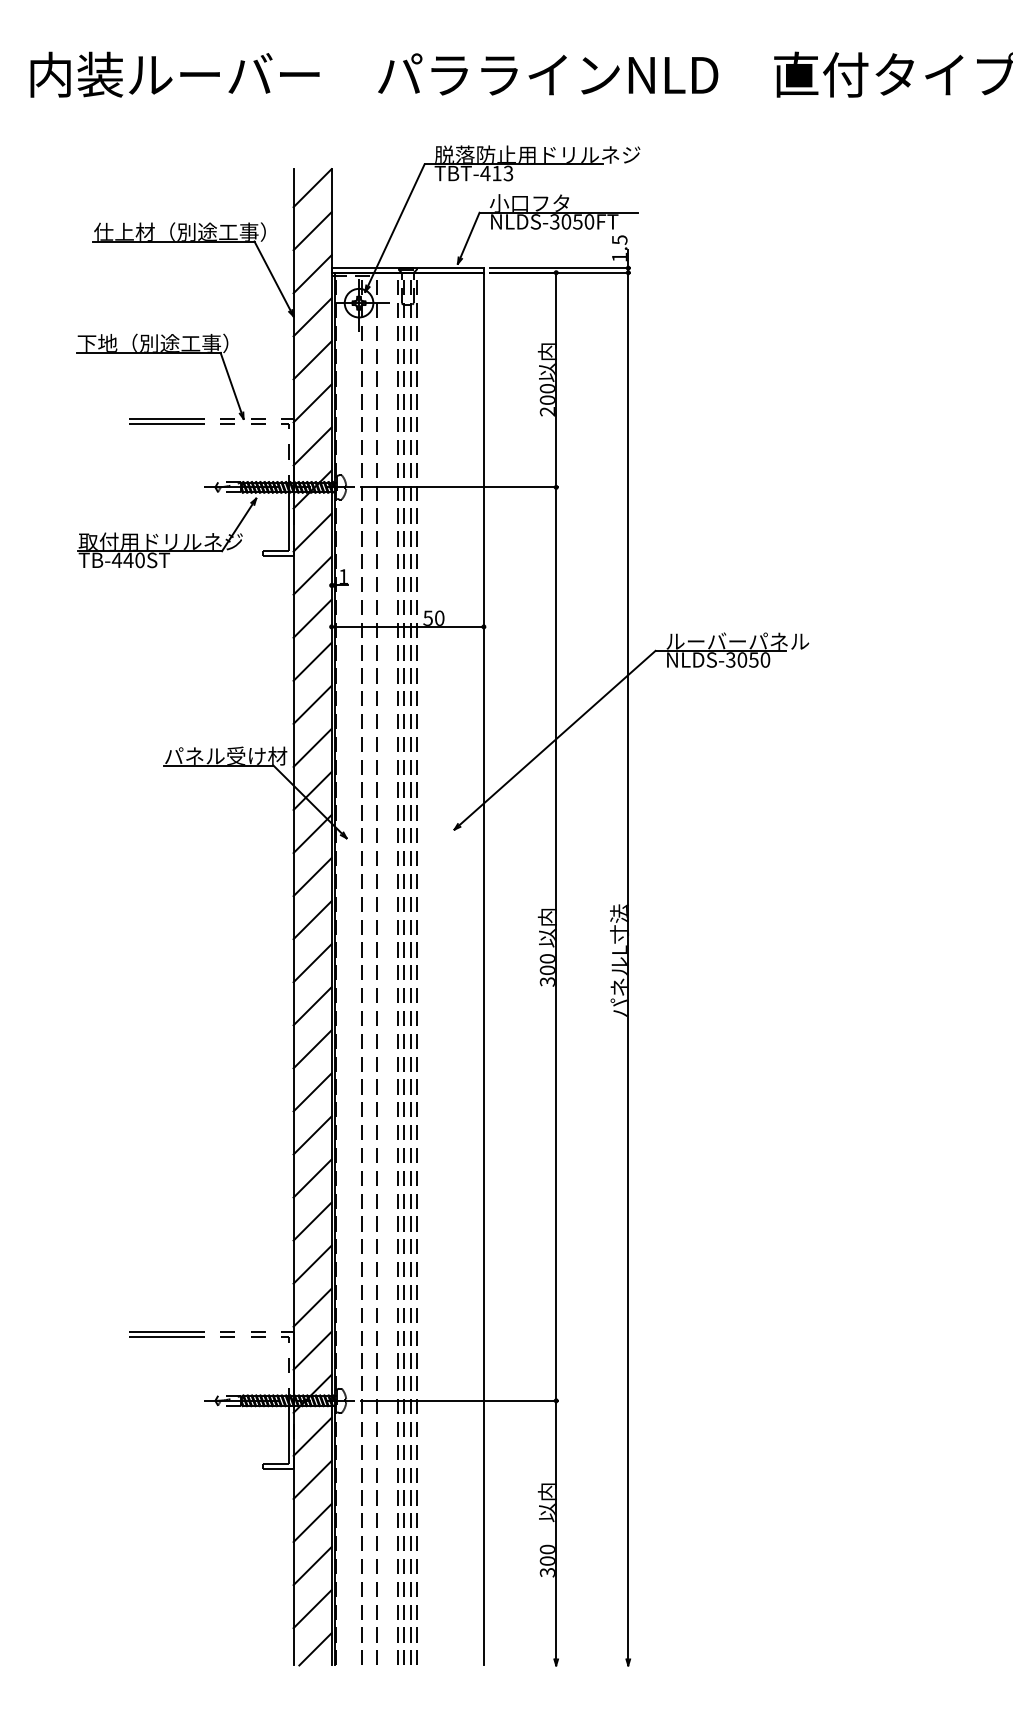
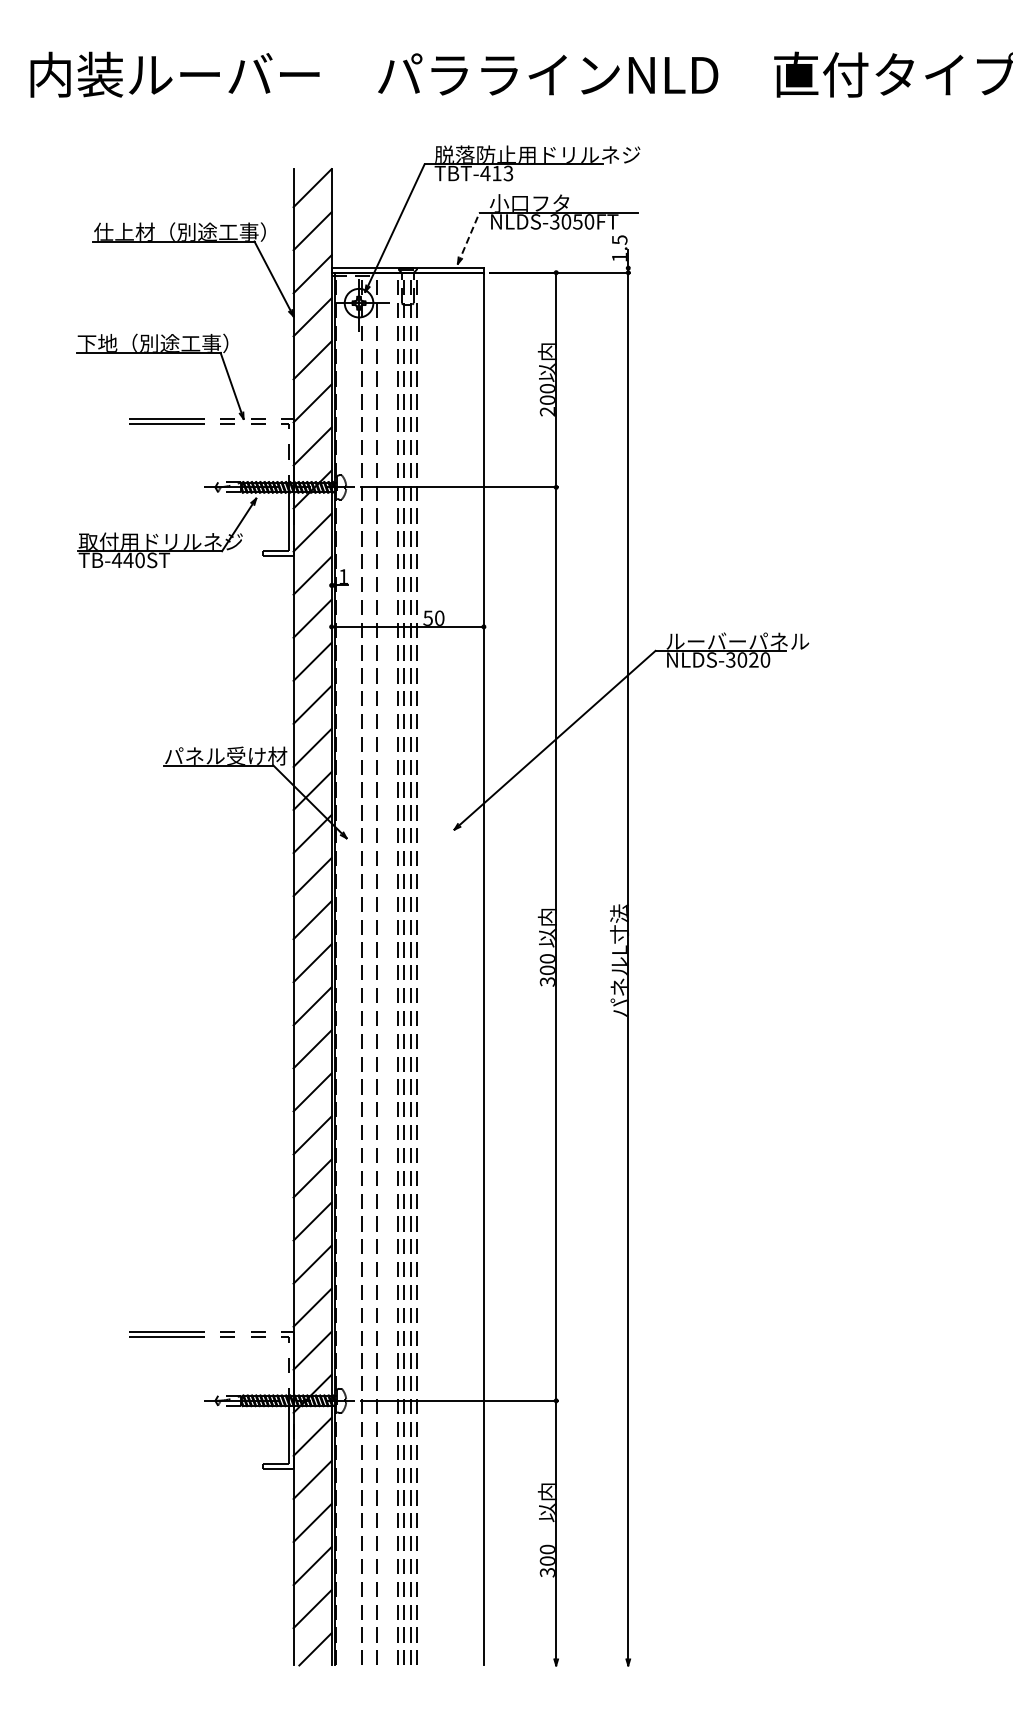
line at (468, 238): solid -> dashed
line at (559, 268): present -> none
text at (753, 659): NLDS-3050 -> NLDS-3020
